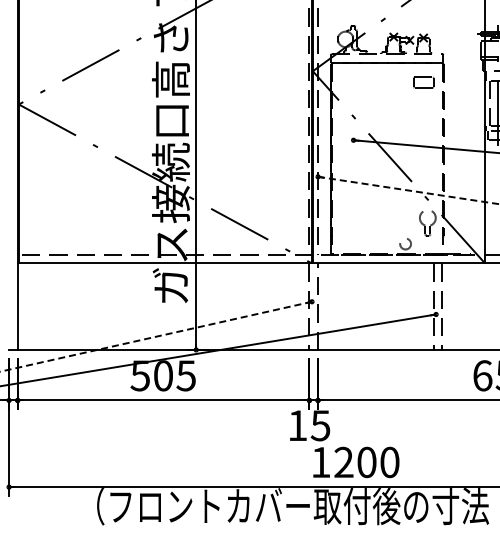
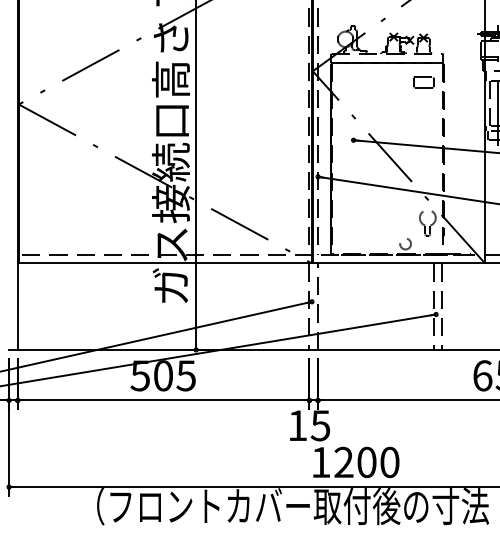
line at (408, 190): dashed -> solid
line at (156, 336): dashed -> solid
